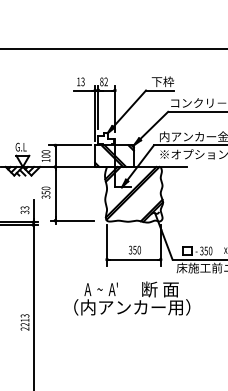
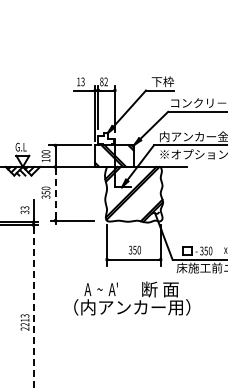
line at (113, 48): present -> none
line at (55, 193): solid -> dashed
line at (33, 309): solid -> dashed
